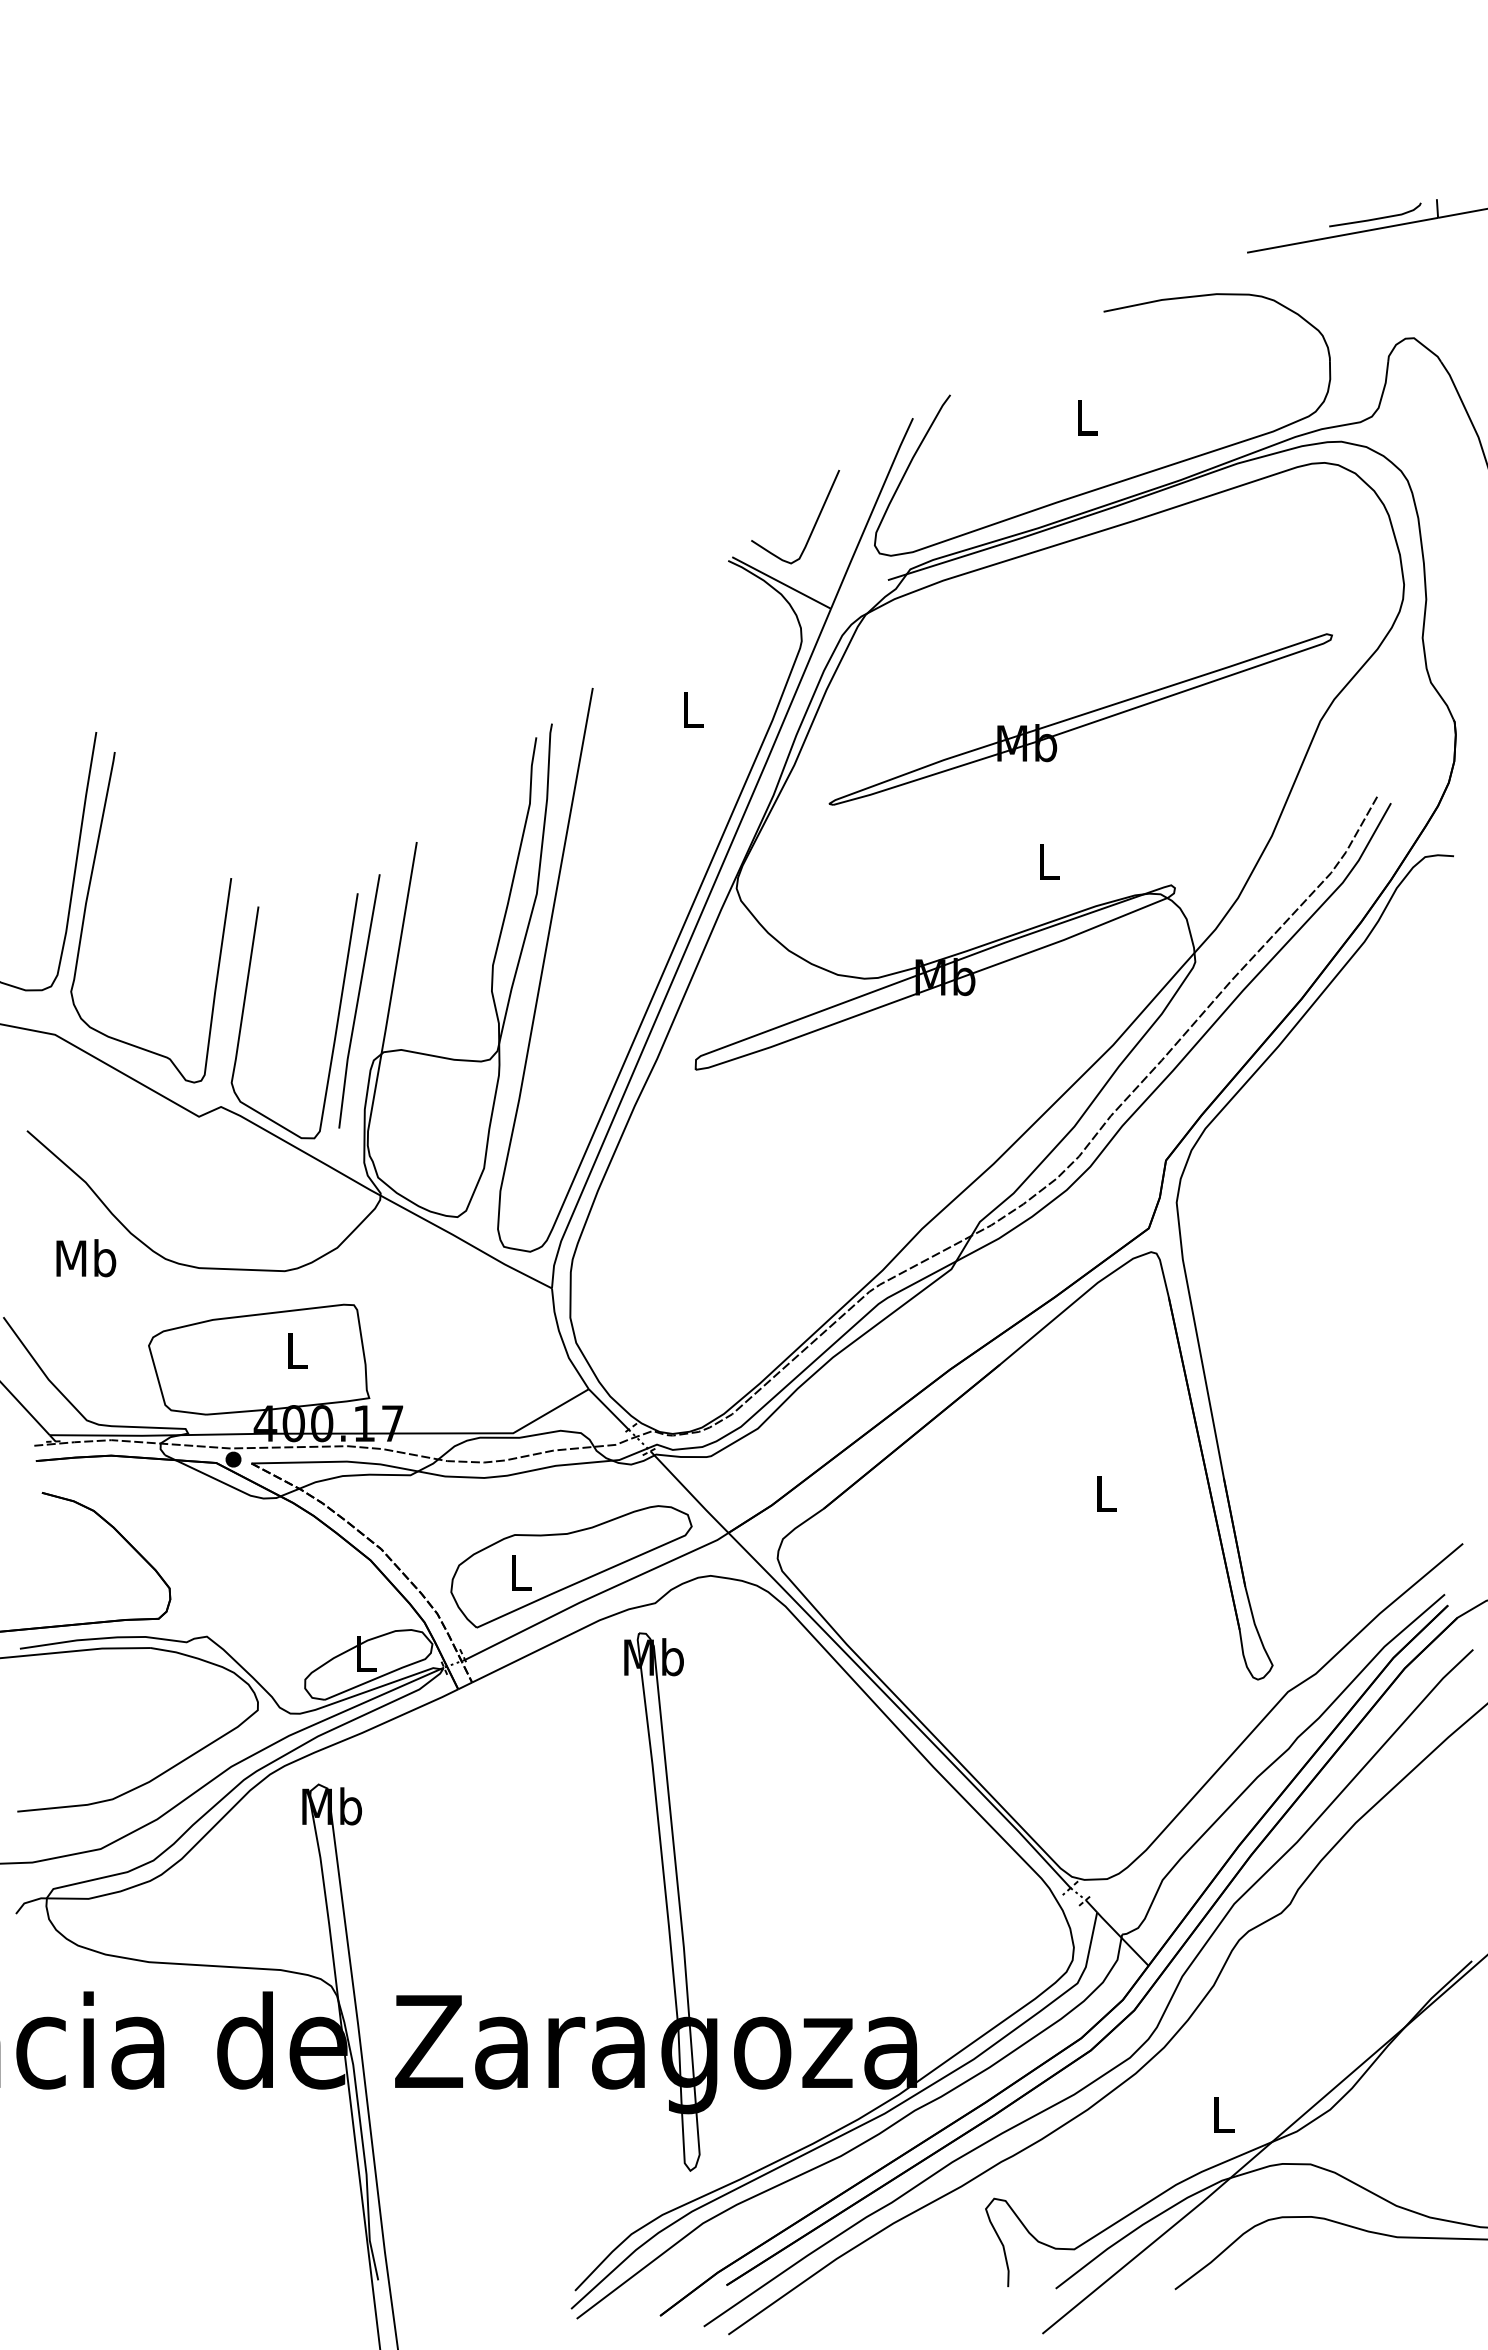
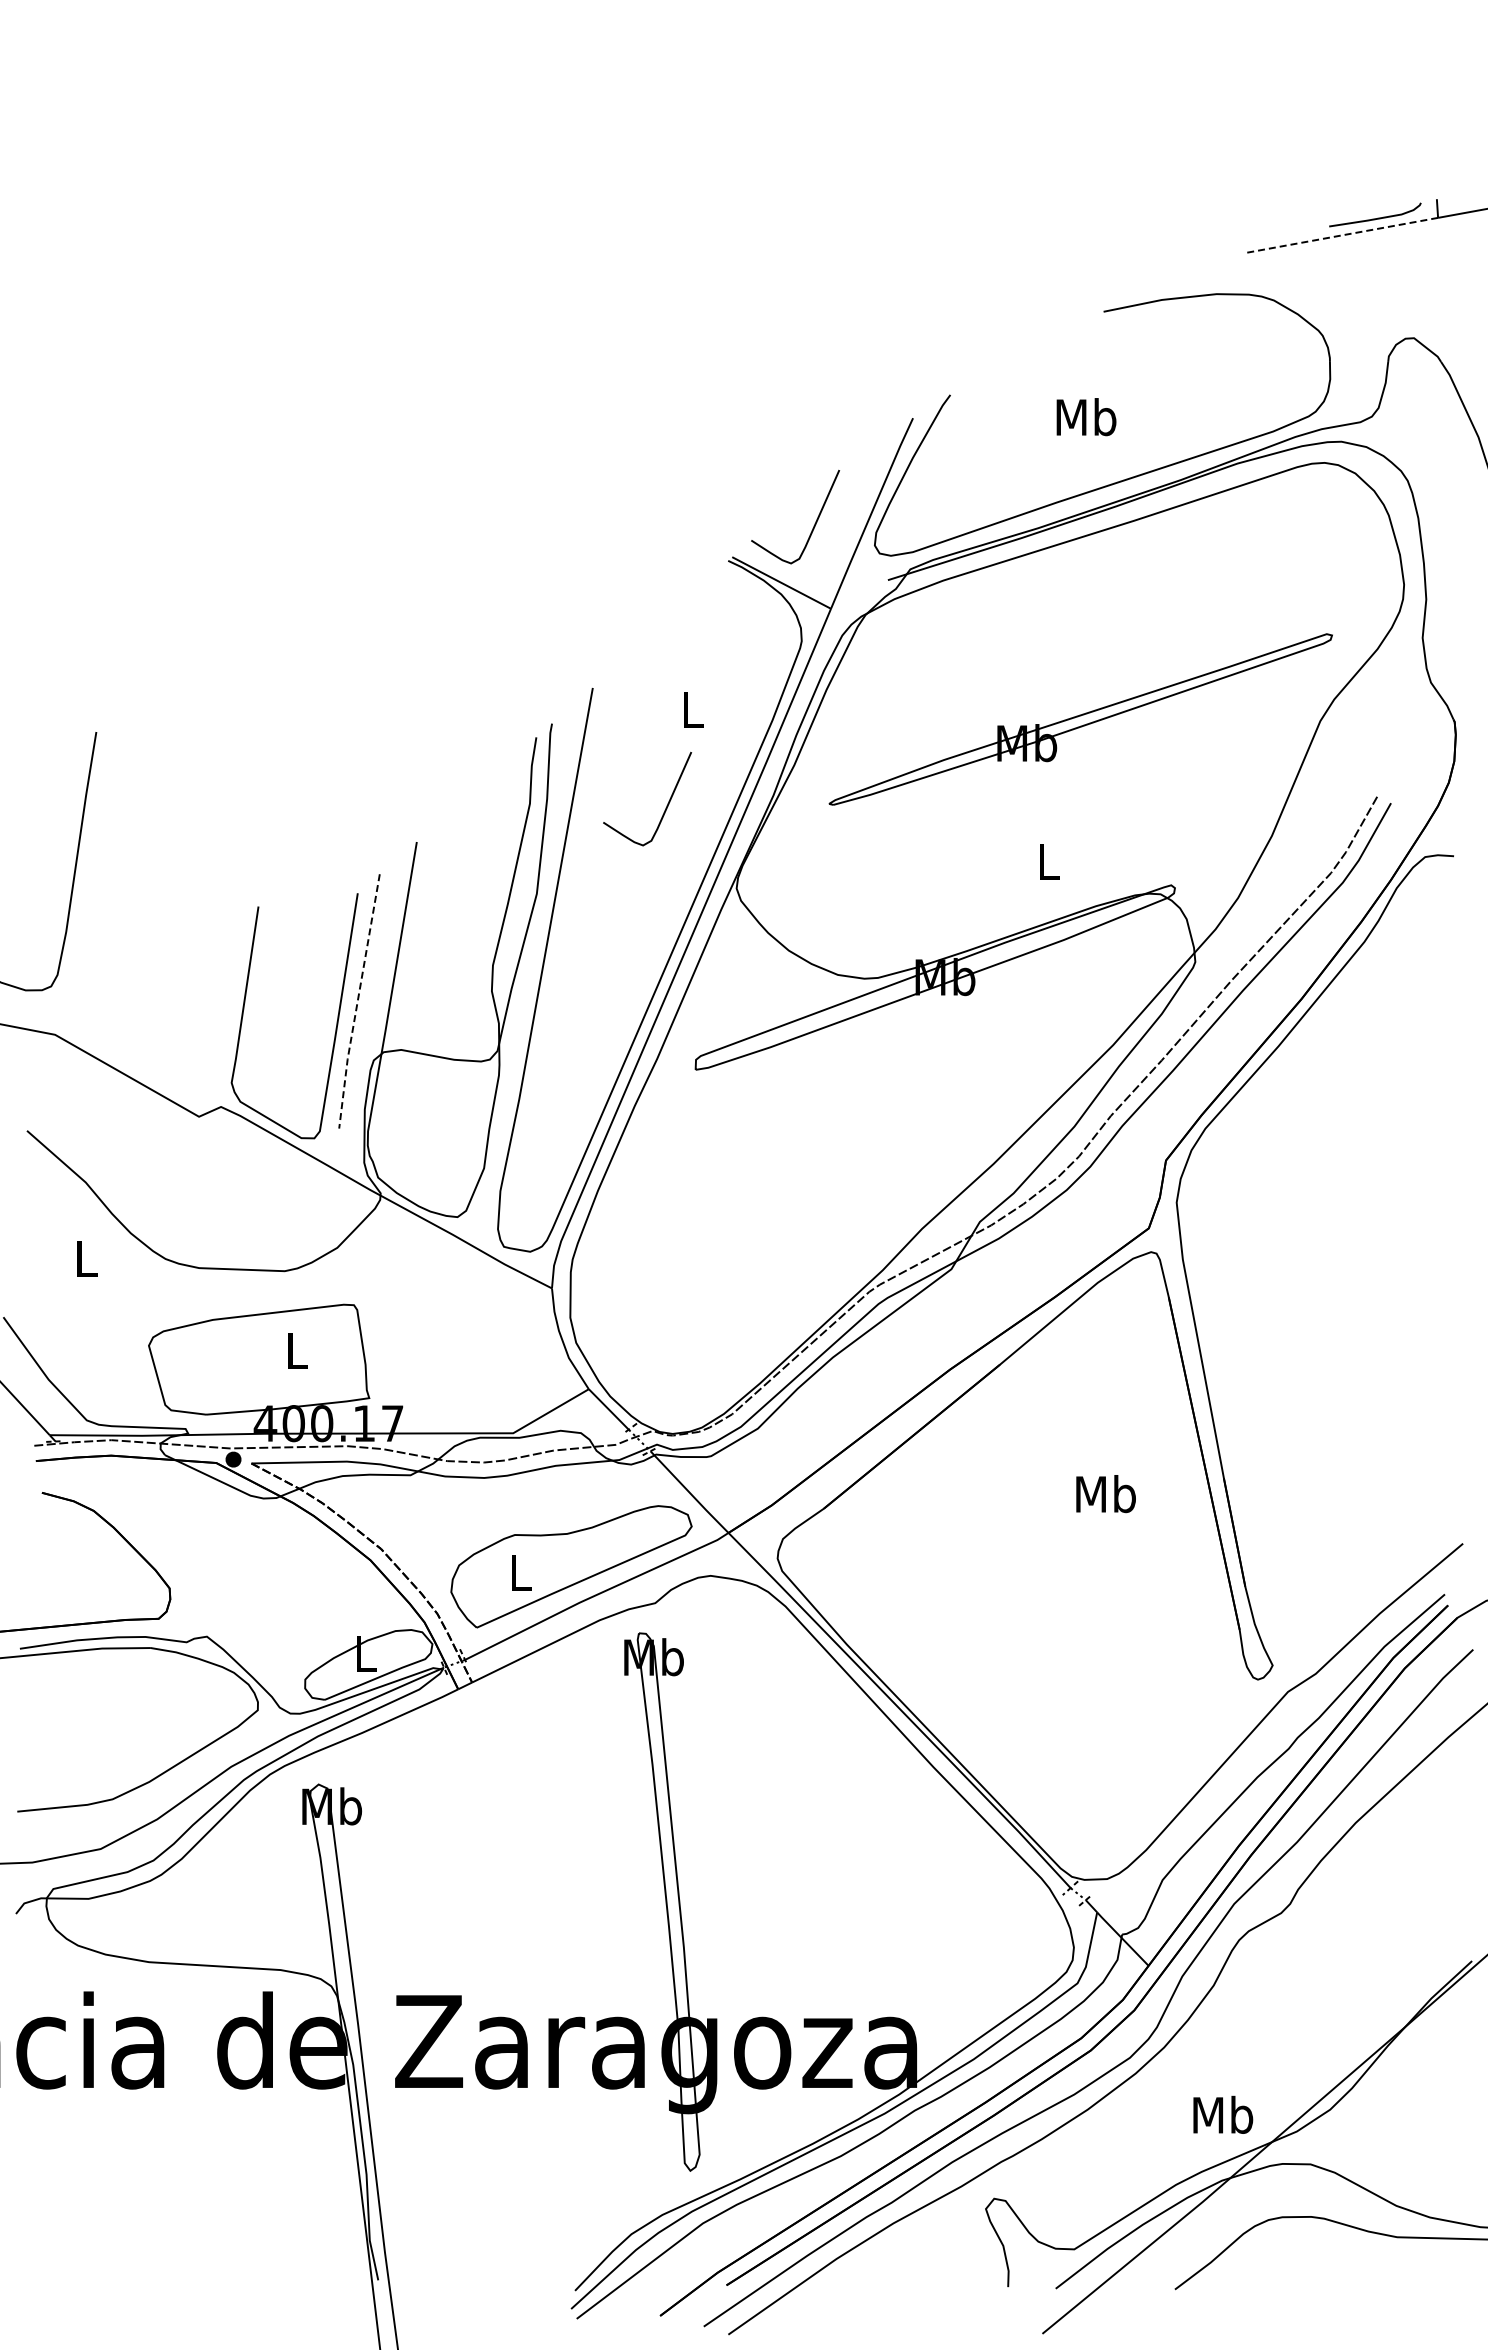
line at (1342, 235): solid -> dashed
text at (1086, 417): L -> Mb
curve at (665, 807): none -> present
curve at (86, 908): present -> none
line at (357, 1002): solid -> dashed
text at (86, 1258): Mb -> L
text at (1105, 1494): L -> Mb
text at (1223, 2114): L -> Mb
